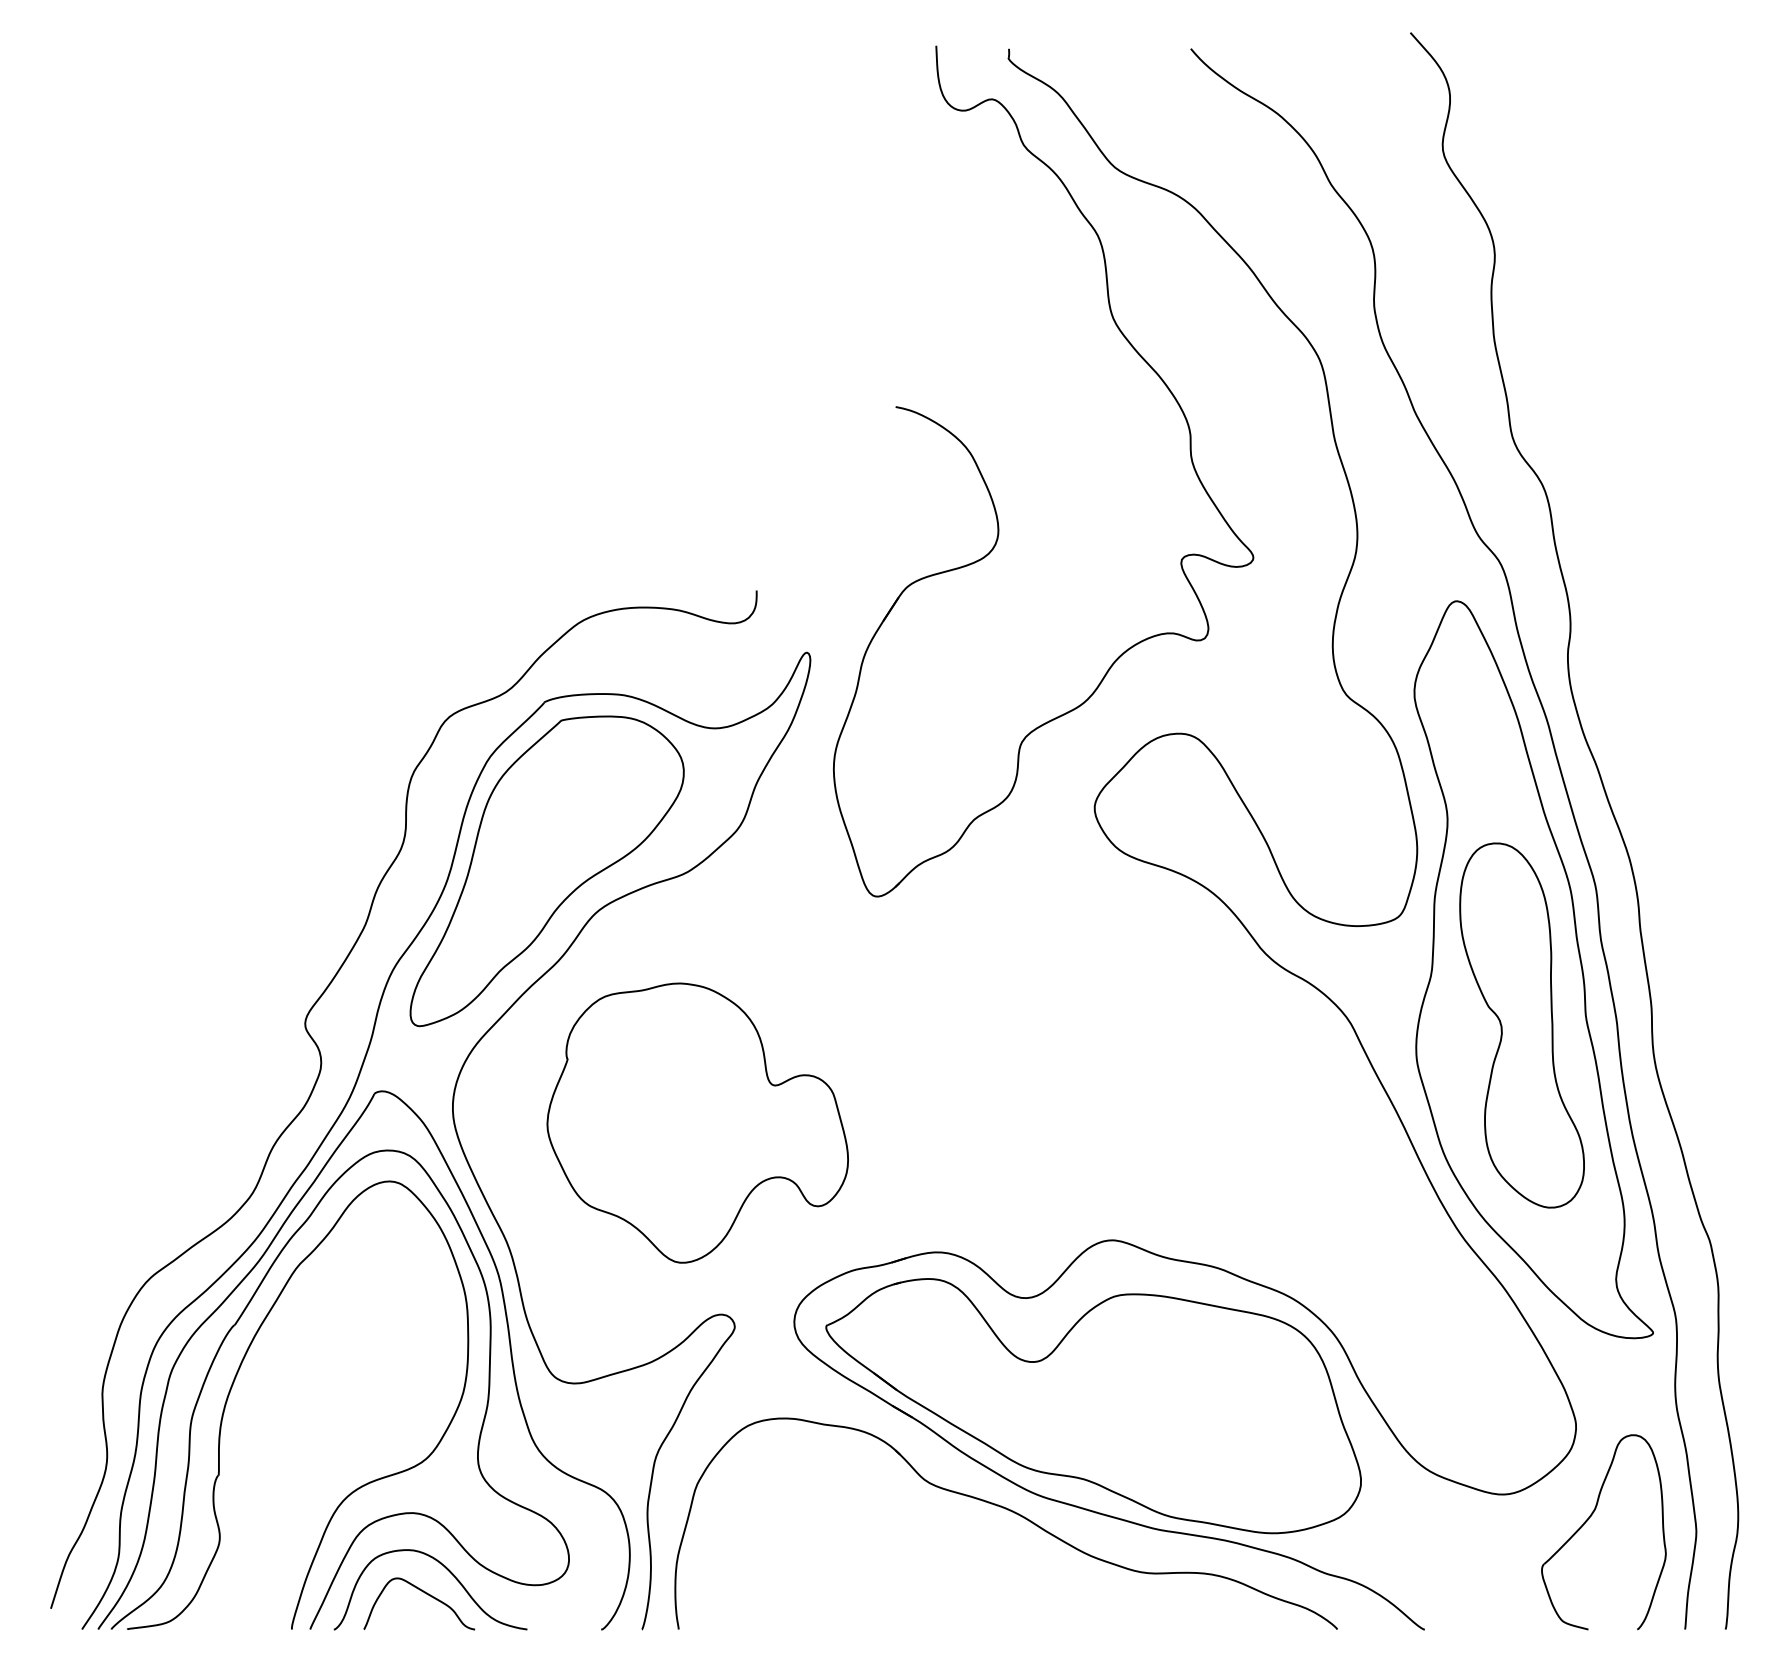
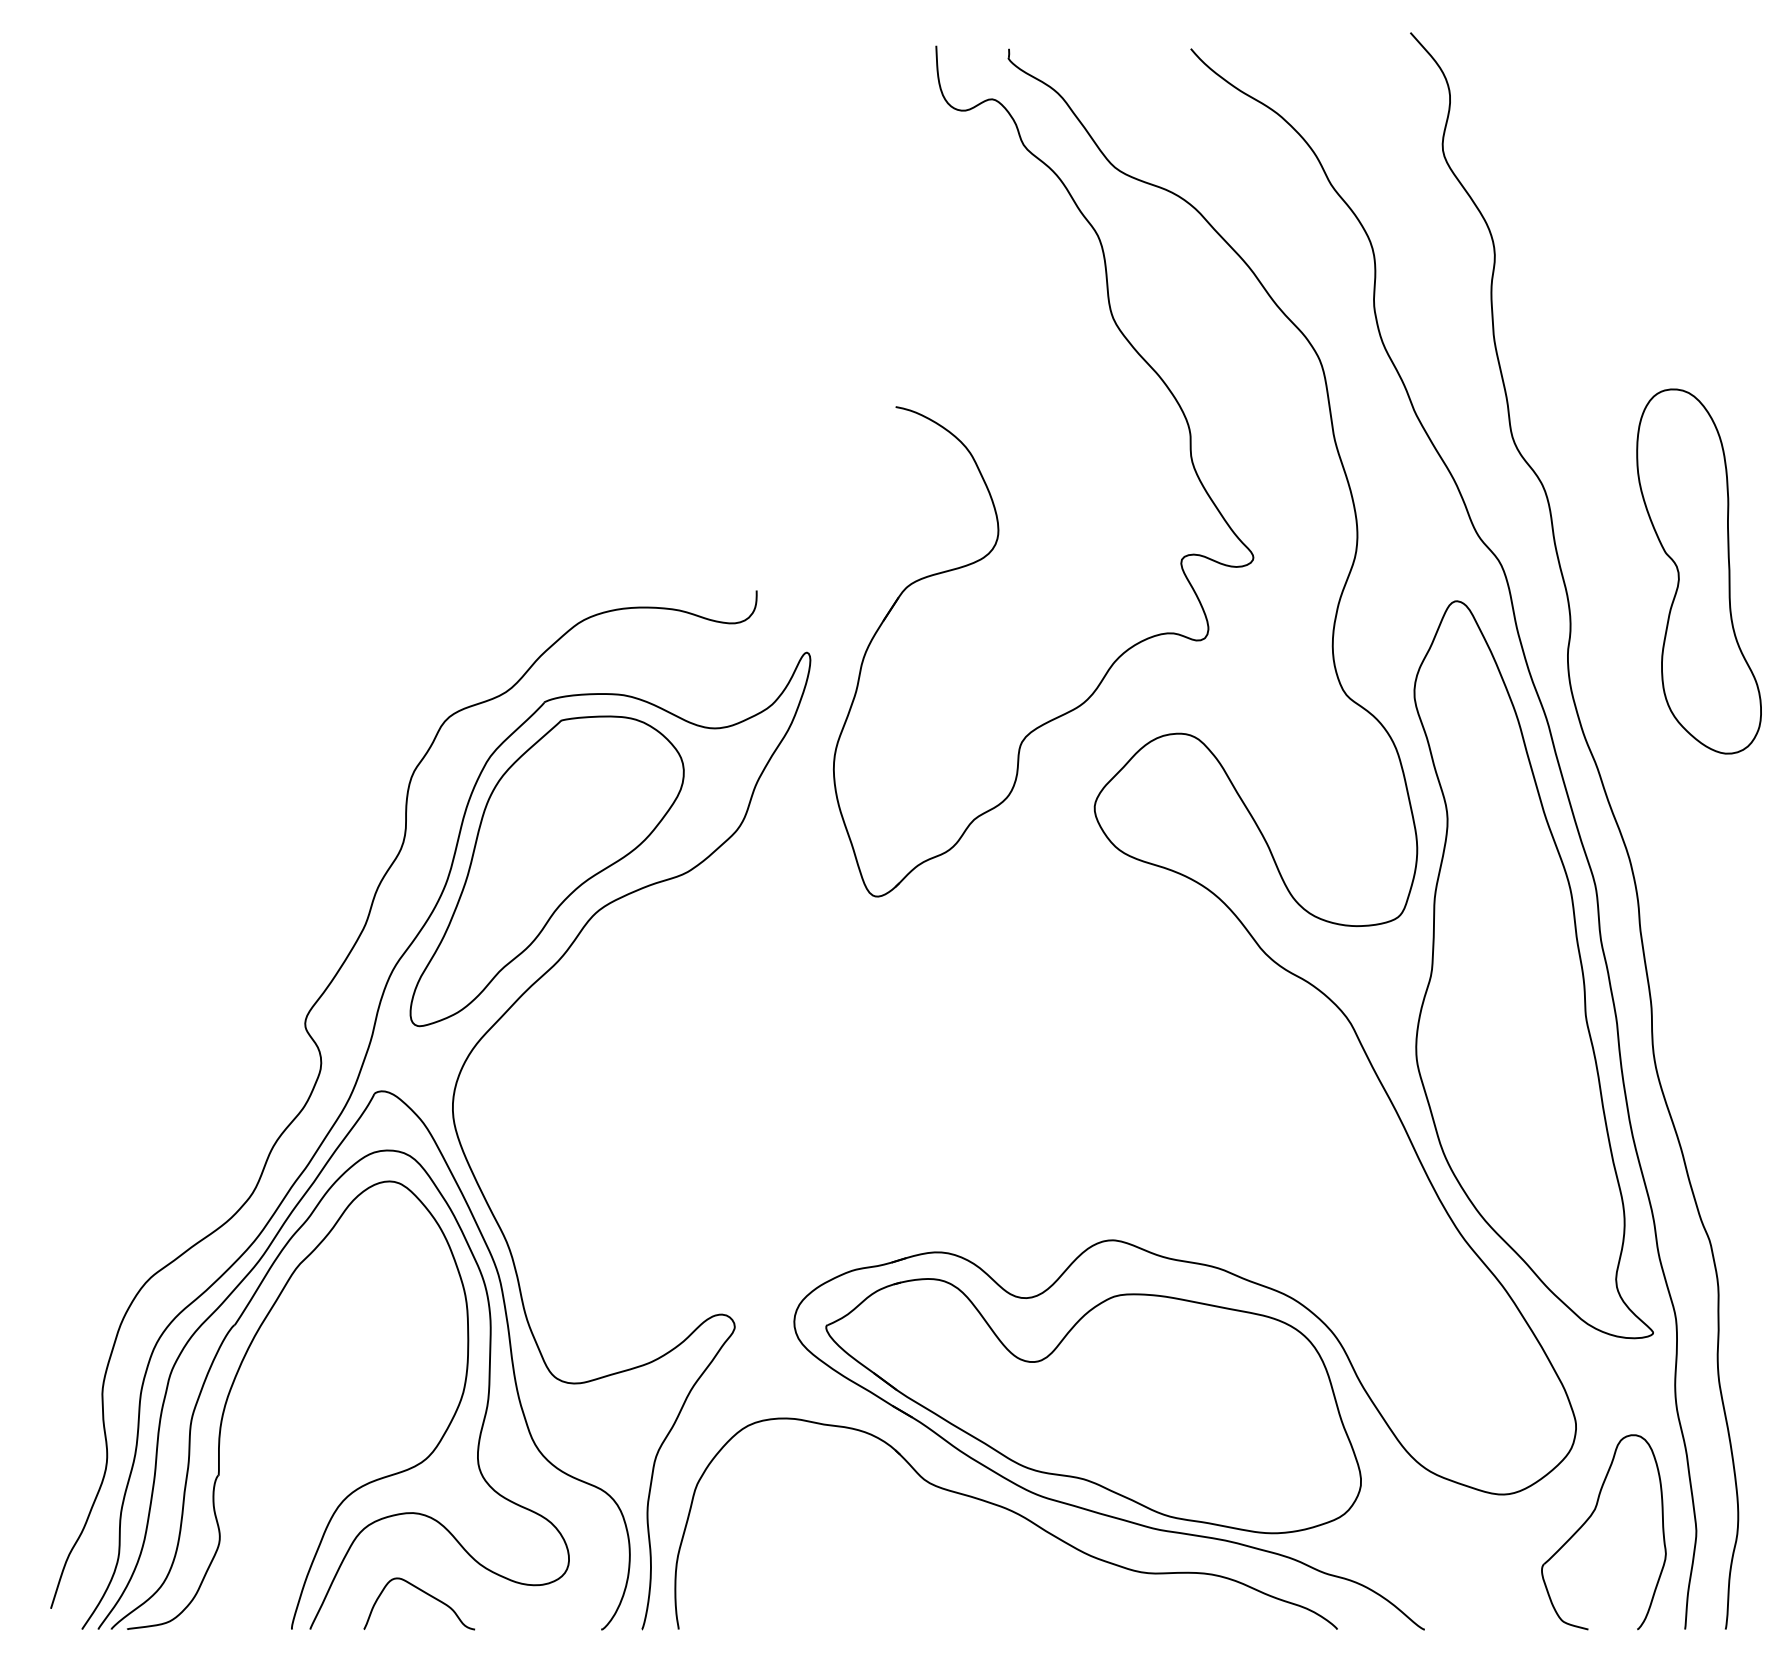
part at (1521, 1025) position: (1521, 1025) -> (1698, 571)
part at (697, 1122): present -> none
curve at (448, 1571): present -> none
